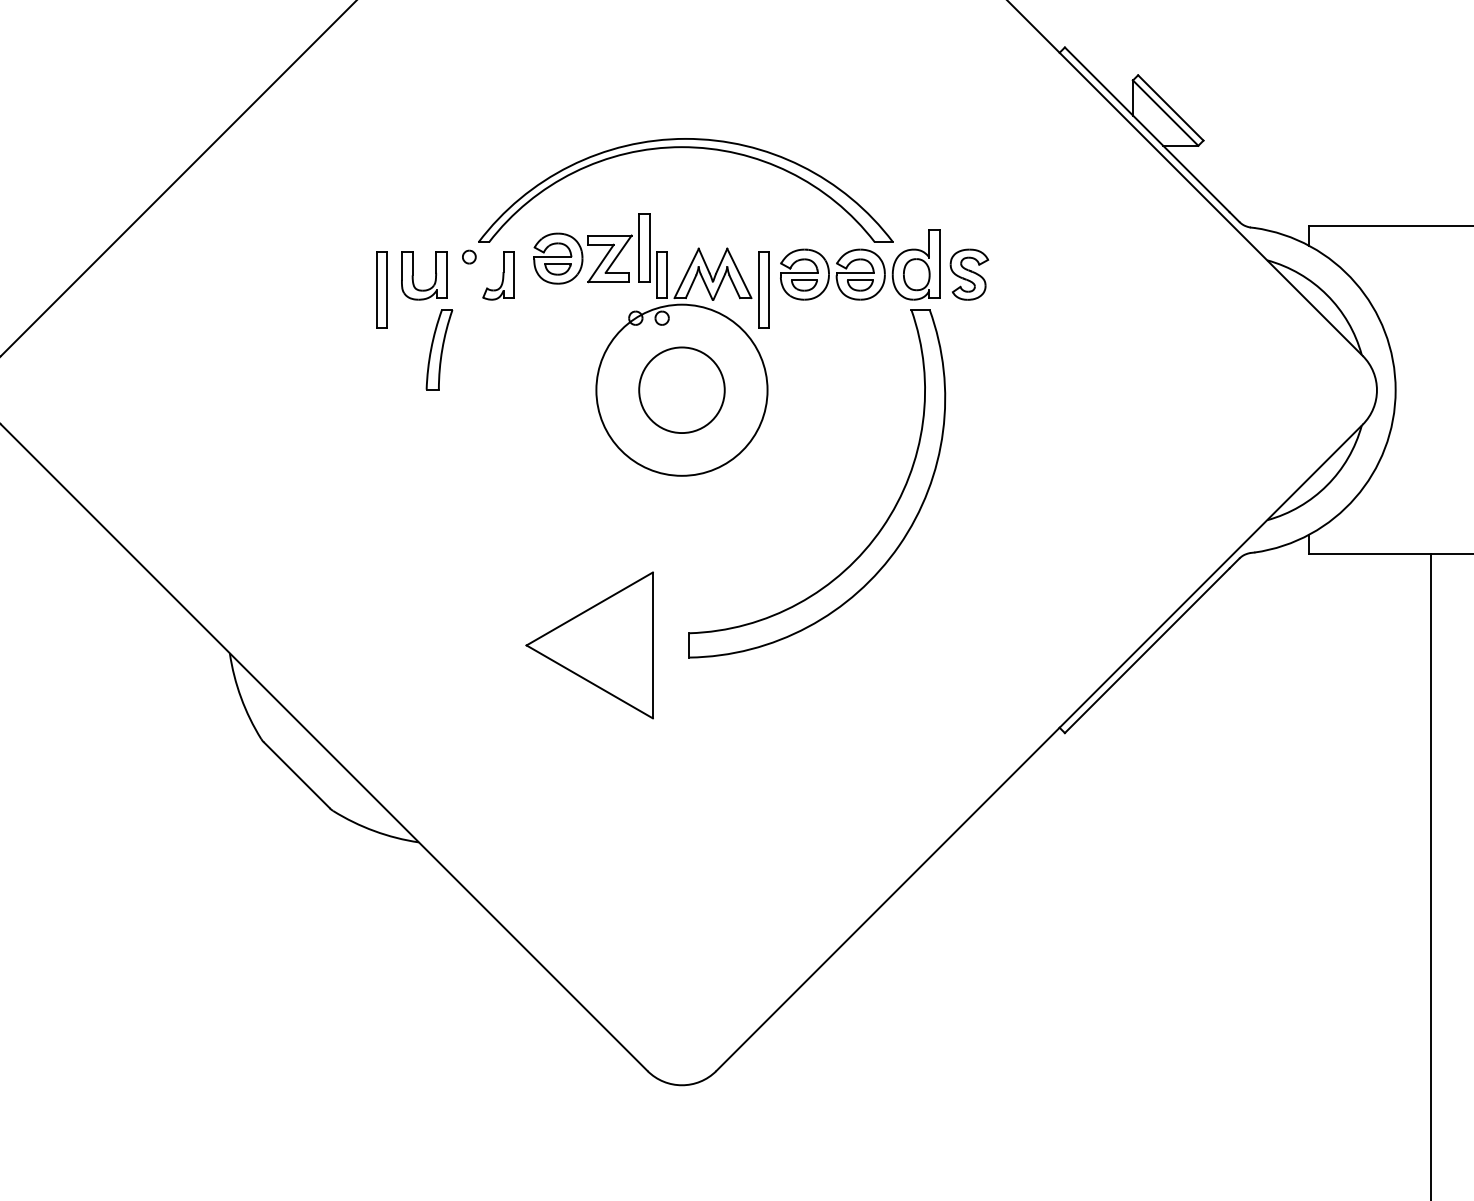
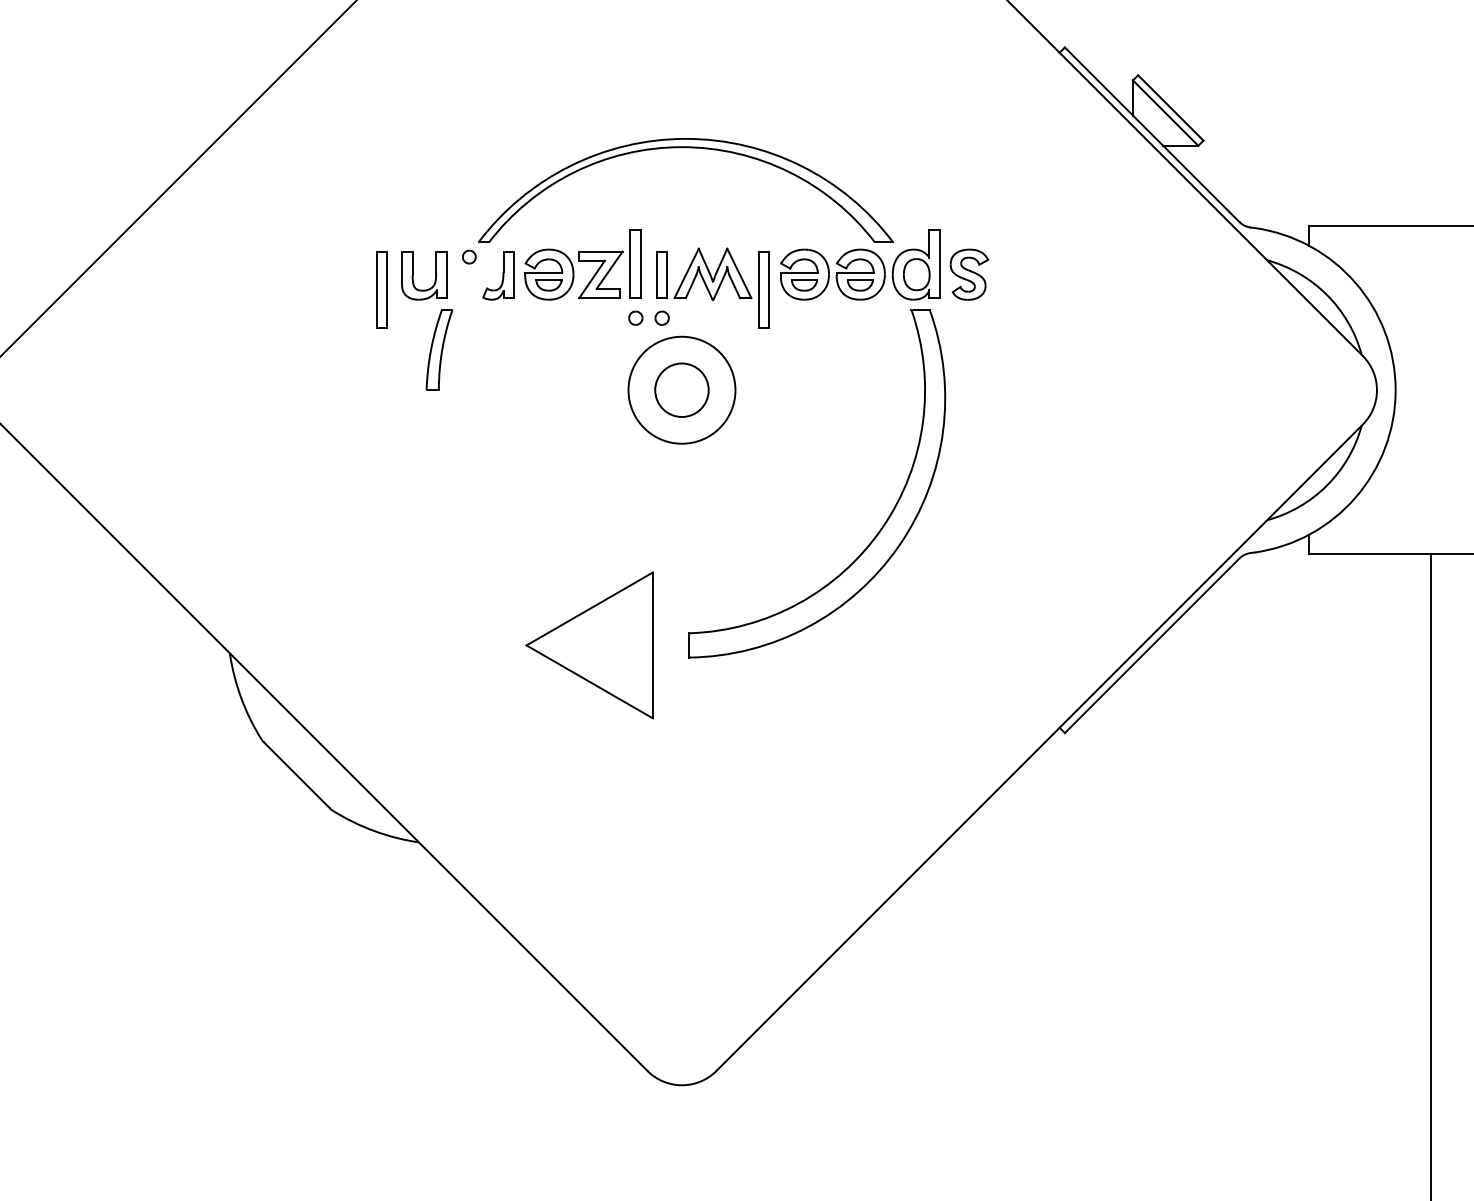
part at (591, 248) position: (591, 248) -> (582, 264)
circle at (681, 389) diameter: 171 px -> 107 px
circle at (681, 390) diameter: 86 px -> 53 px
